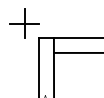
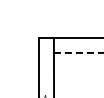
part at (24, 23): present -> none
line at (78, 52): solid -> dashed
